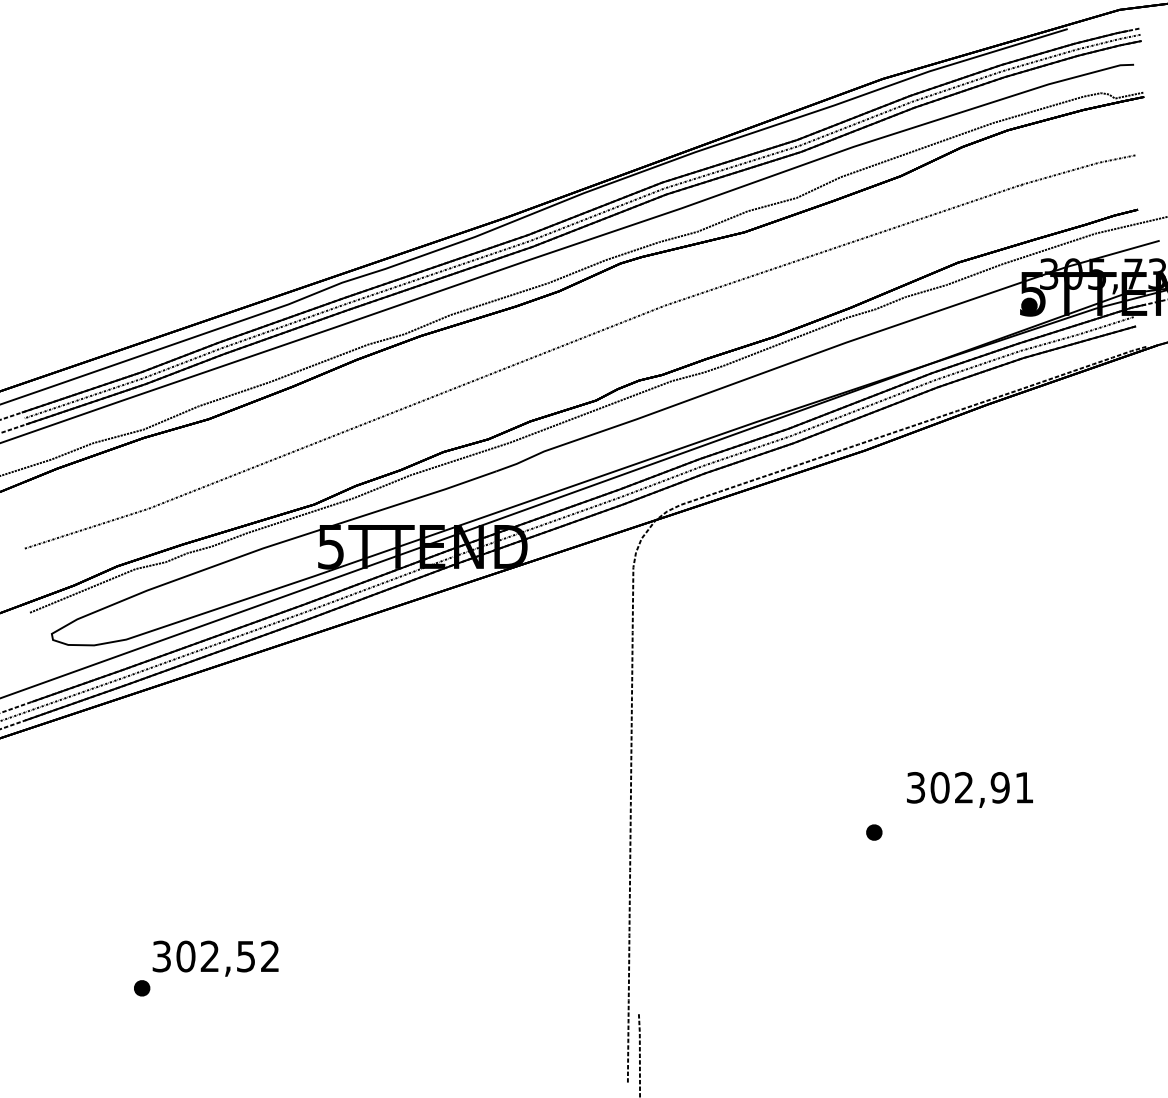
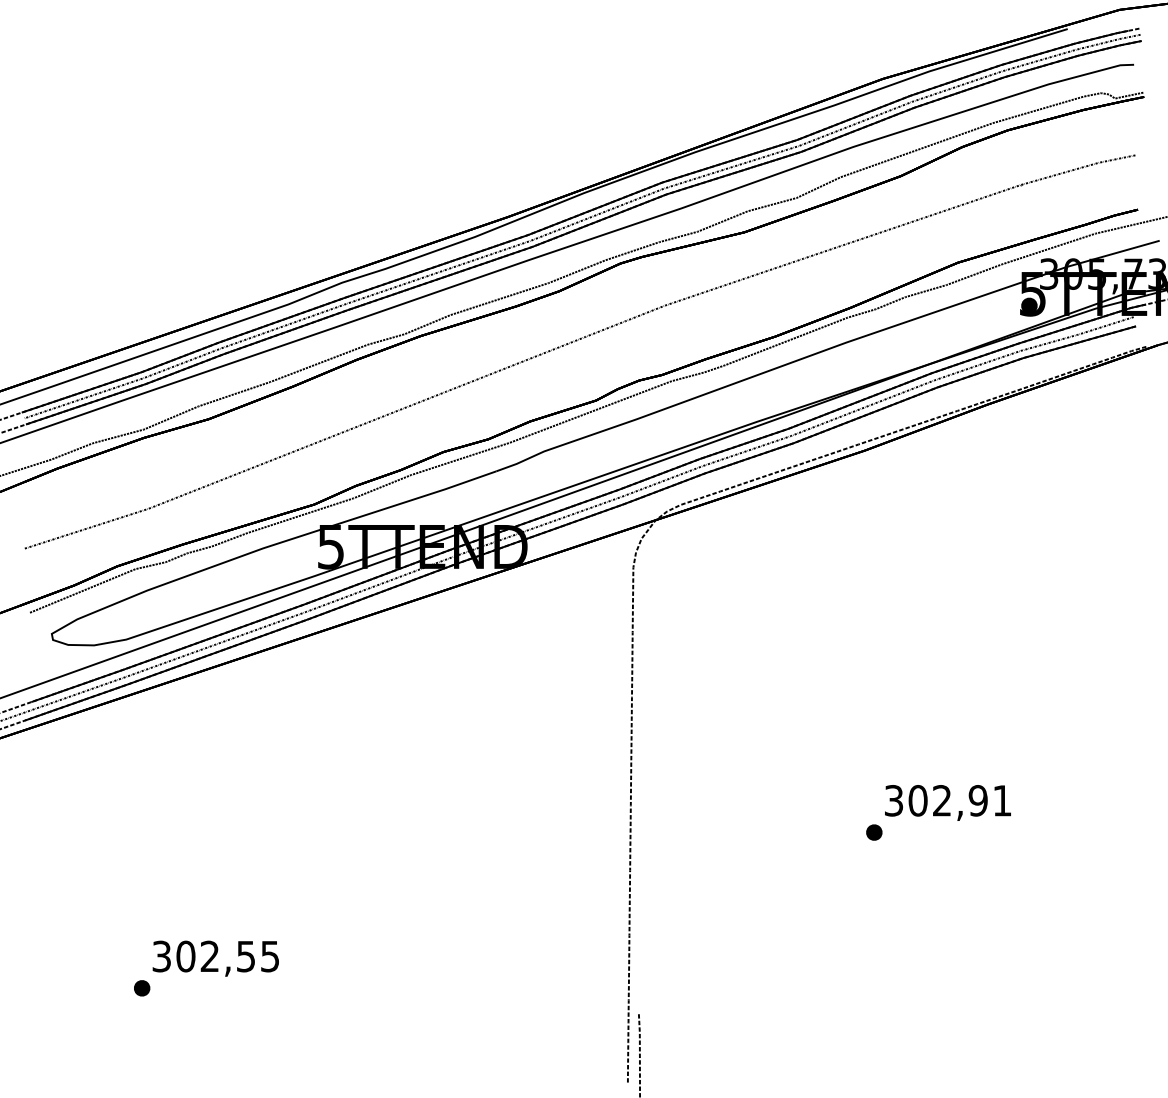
text at (969, 789) position: (969, 789) -> (947, 802)
text at (269, 956): 302,52 -> 302,55
